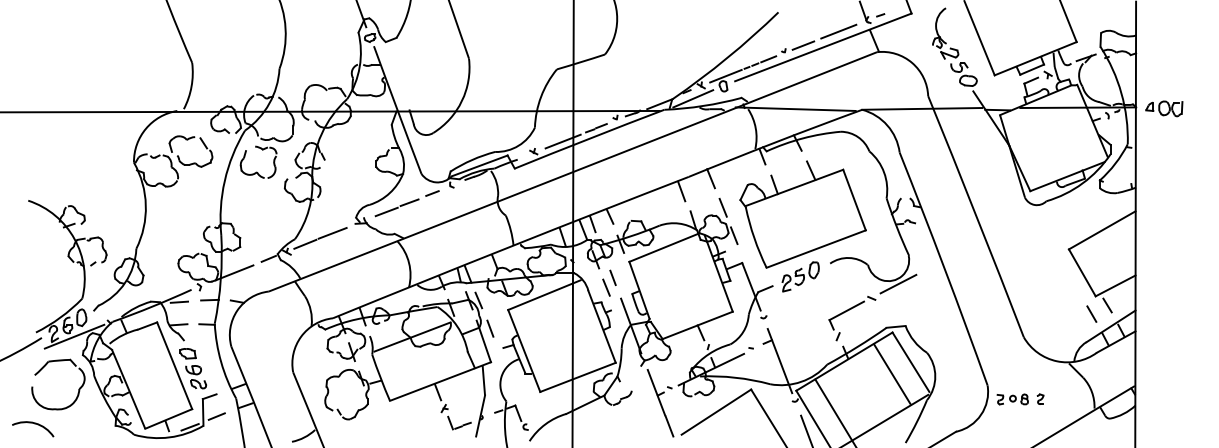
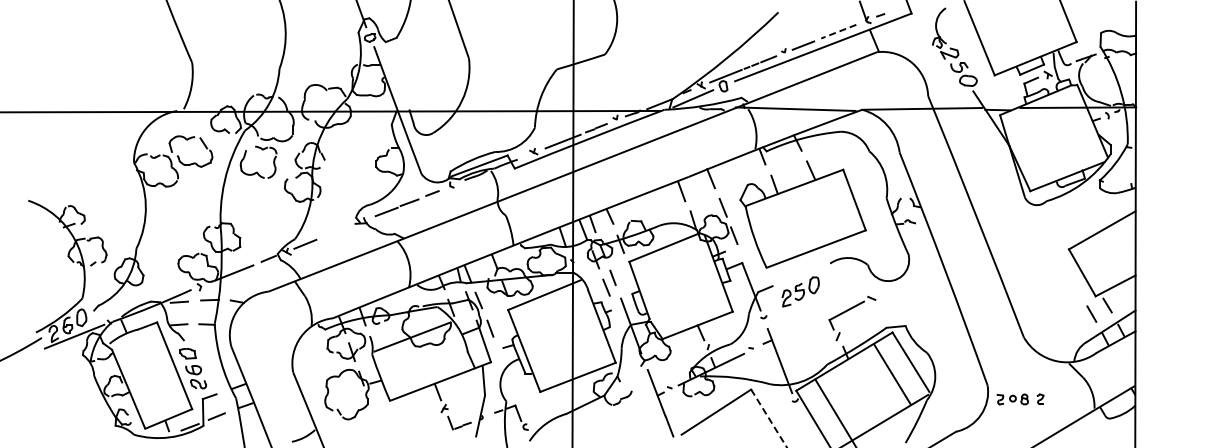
line at (838, 31): solid -> dashed
part at (1164, 108): present -> none
line at (332, 233): present -> none
part at (800, 276) position: (800, 276) -> (800, 291)
line at (898, 283): present -> none
part at (78, 389): present -> none
line at (769, 418): solid -> dashed
arc at (34, 424): present -> none
line at (806, 429): present -> none
